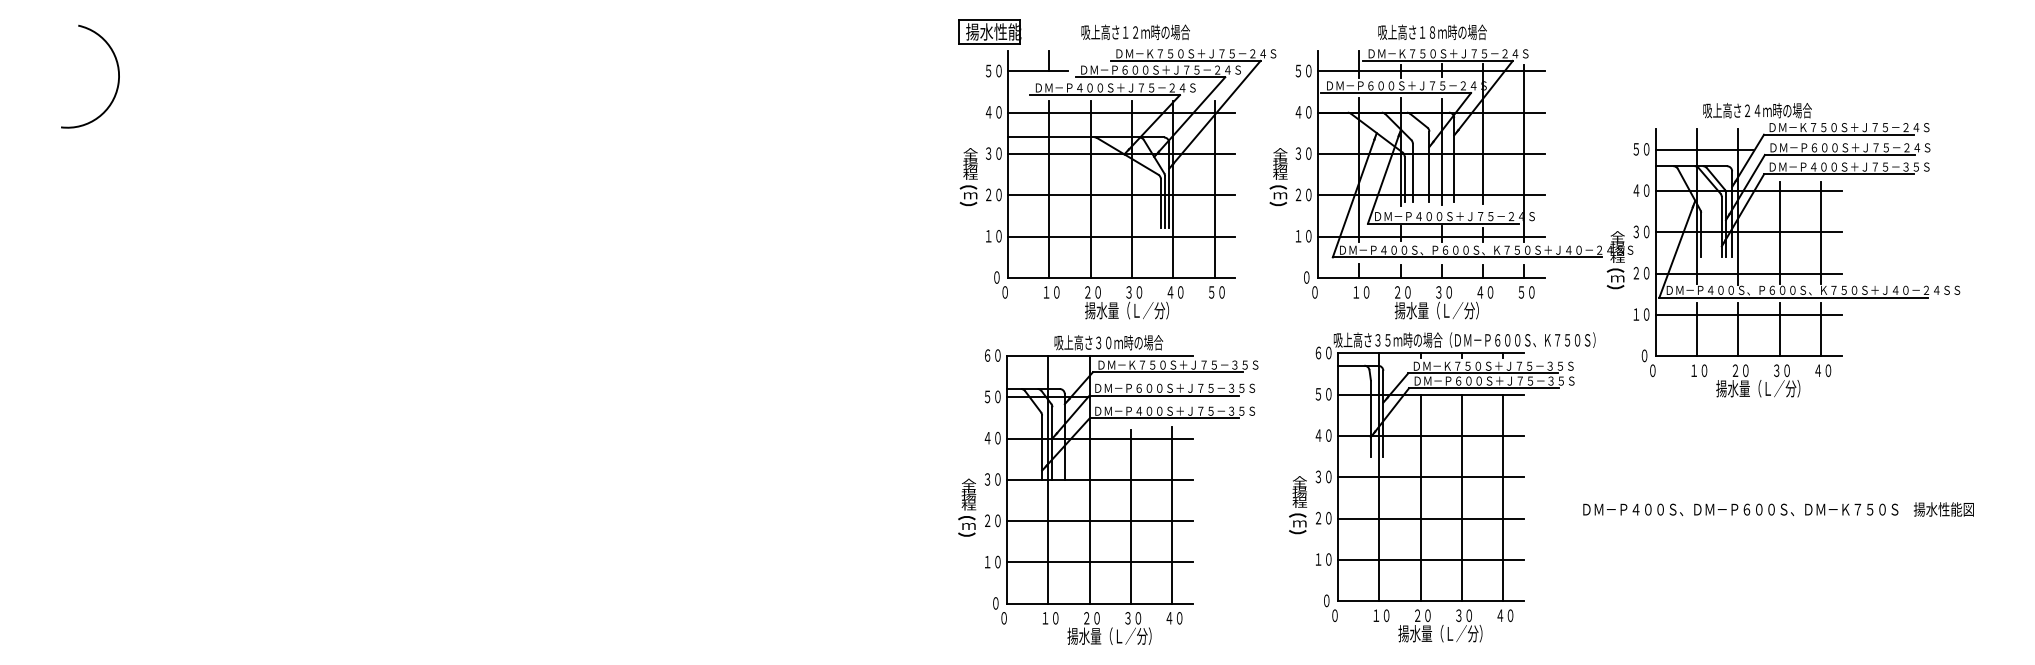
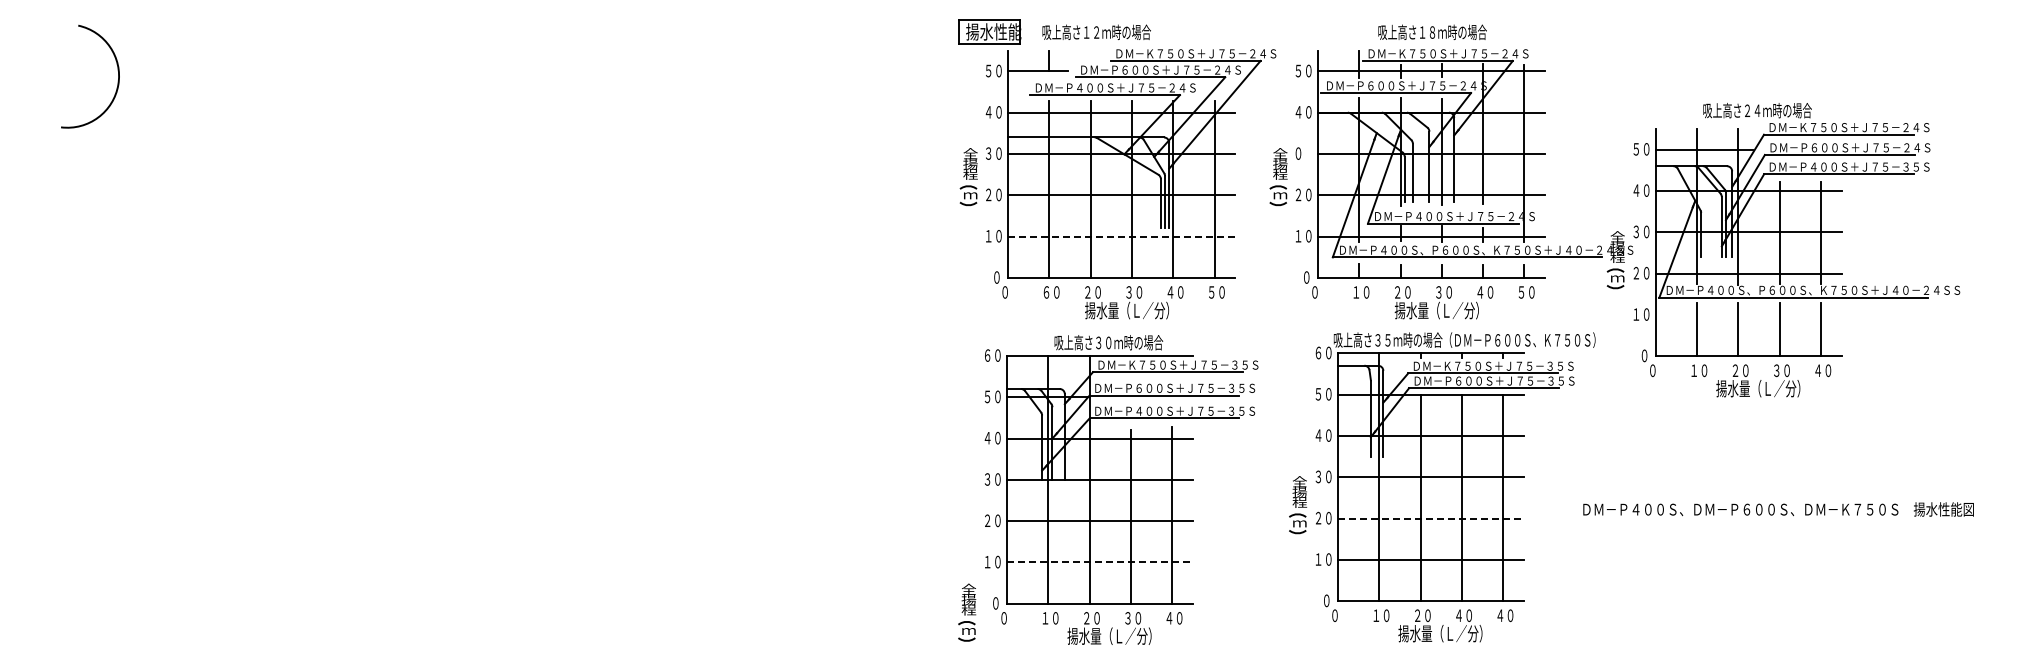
text at (1135, 31) position: (1135, 31) -> (1096, 31)
text at (1303, 153): ３０ -> ０
line at (1121, 236): solid -> dashed
text at (1046, 292): １０ -> ６０
line at (1748, 314): present -> none
part at (967, 507) position: (967, 507) -> (967, 612)
line at (1430, 518): solid -> dashed
line at (1099, 562): solid -> dashed
text at (1458, 615): ３０ -> ４０
